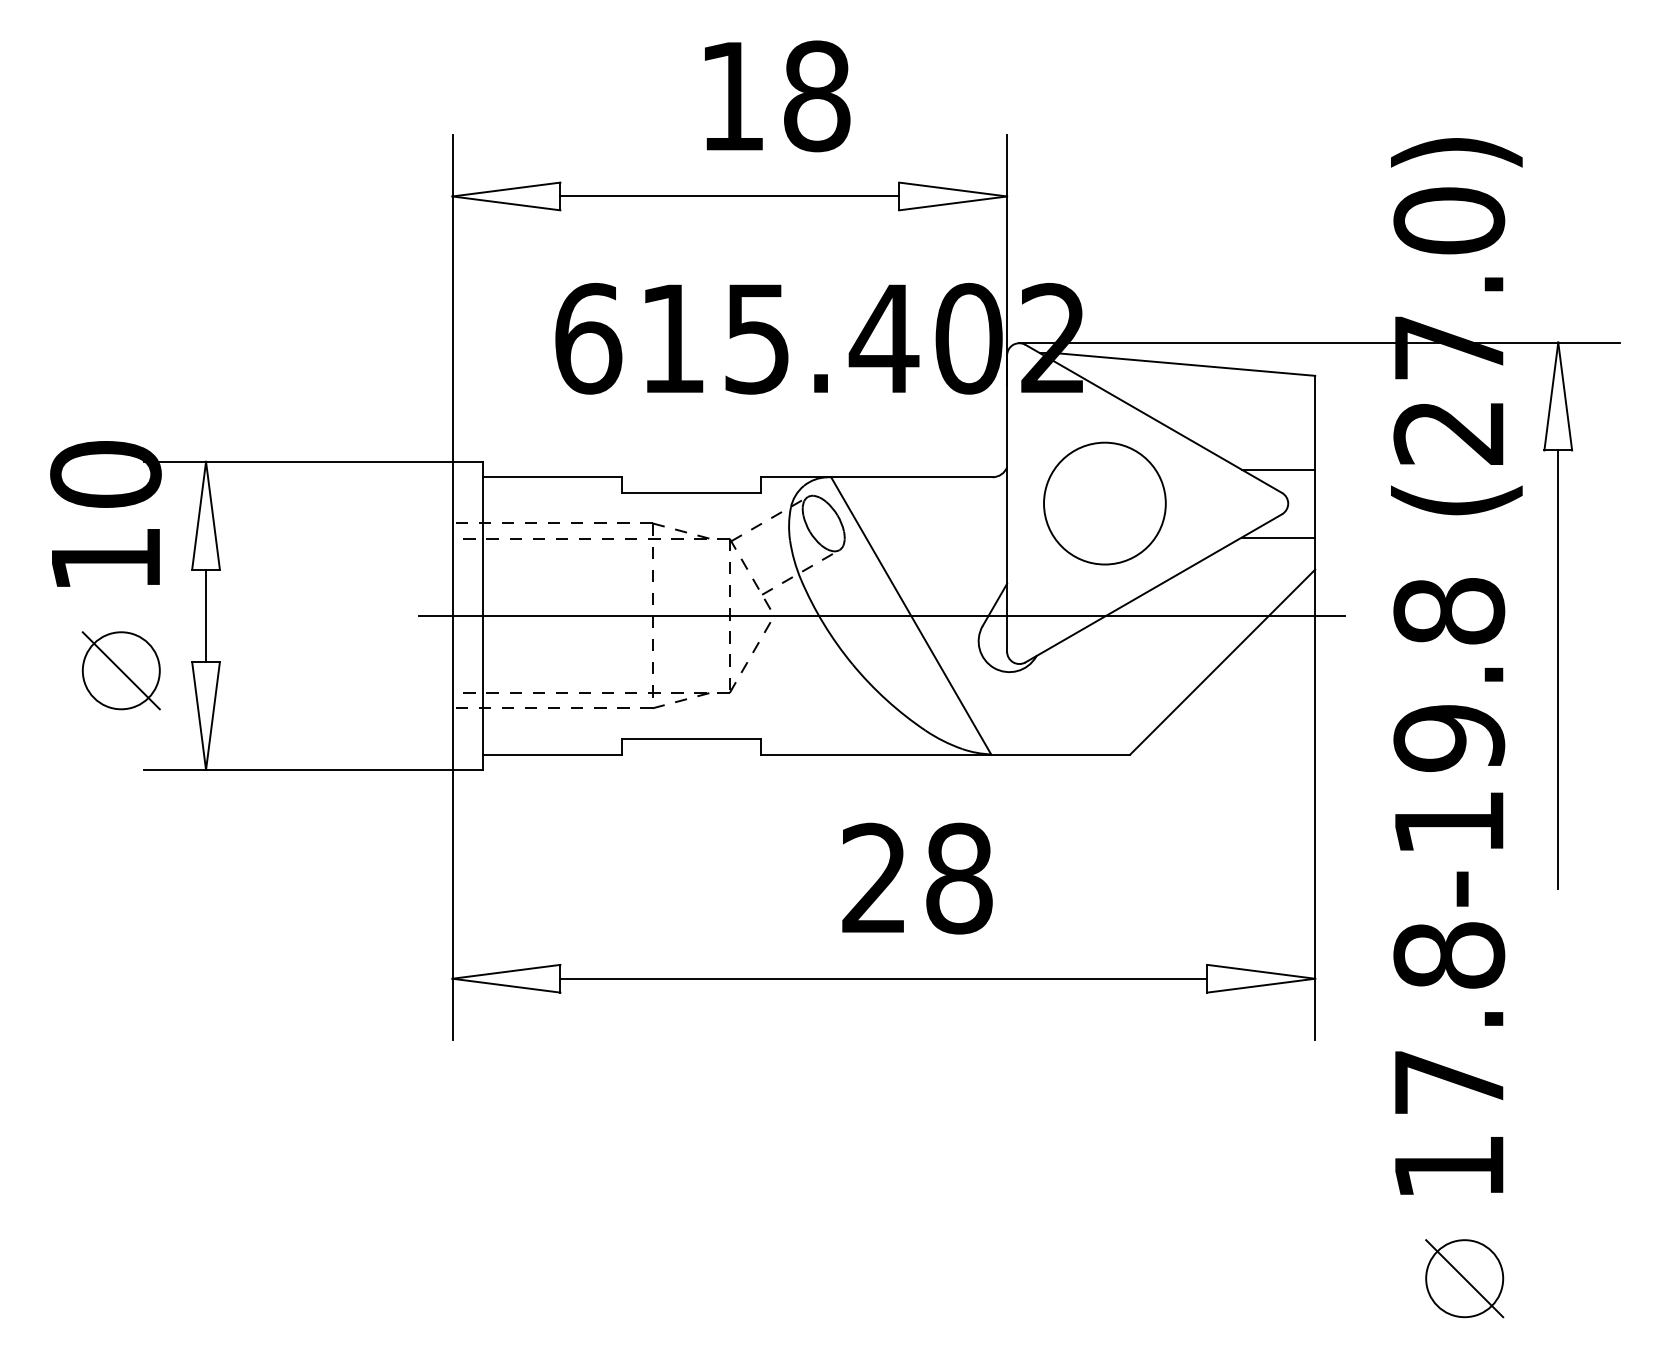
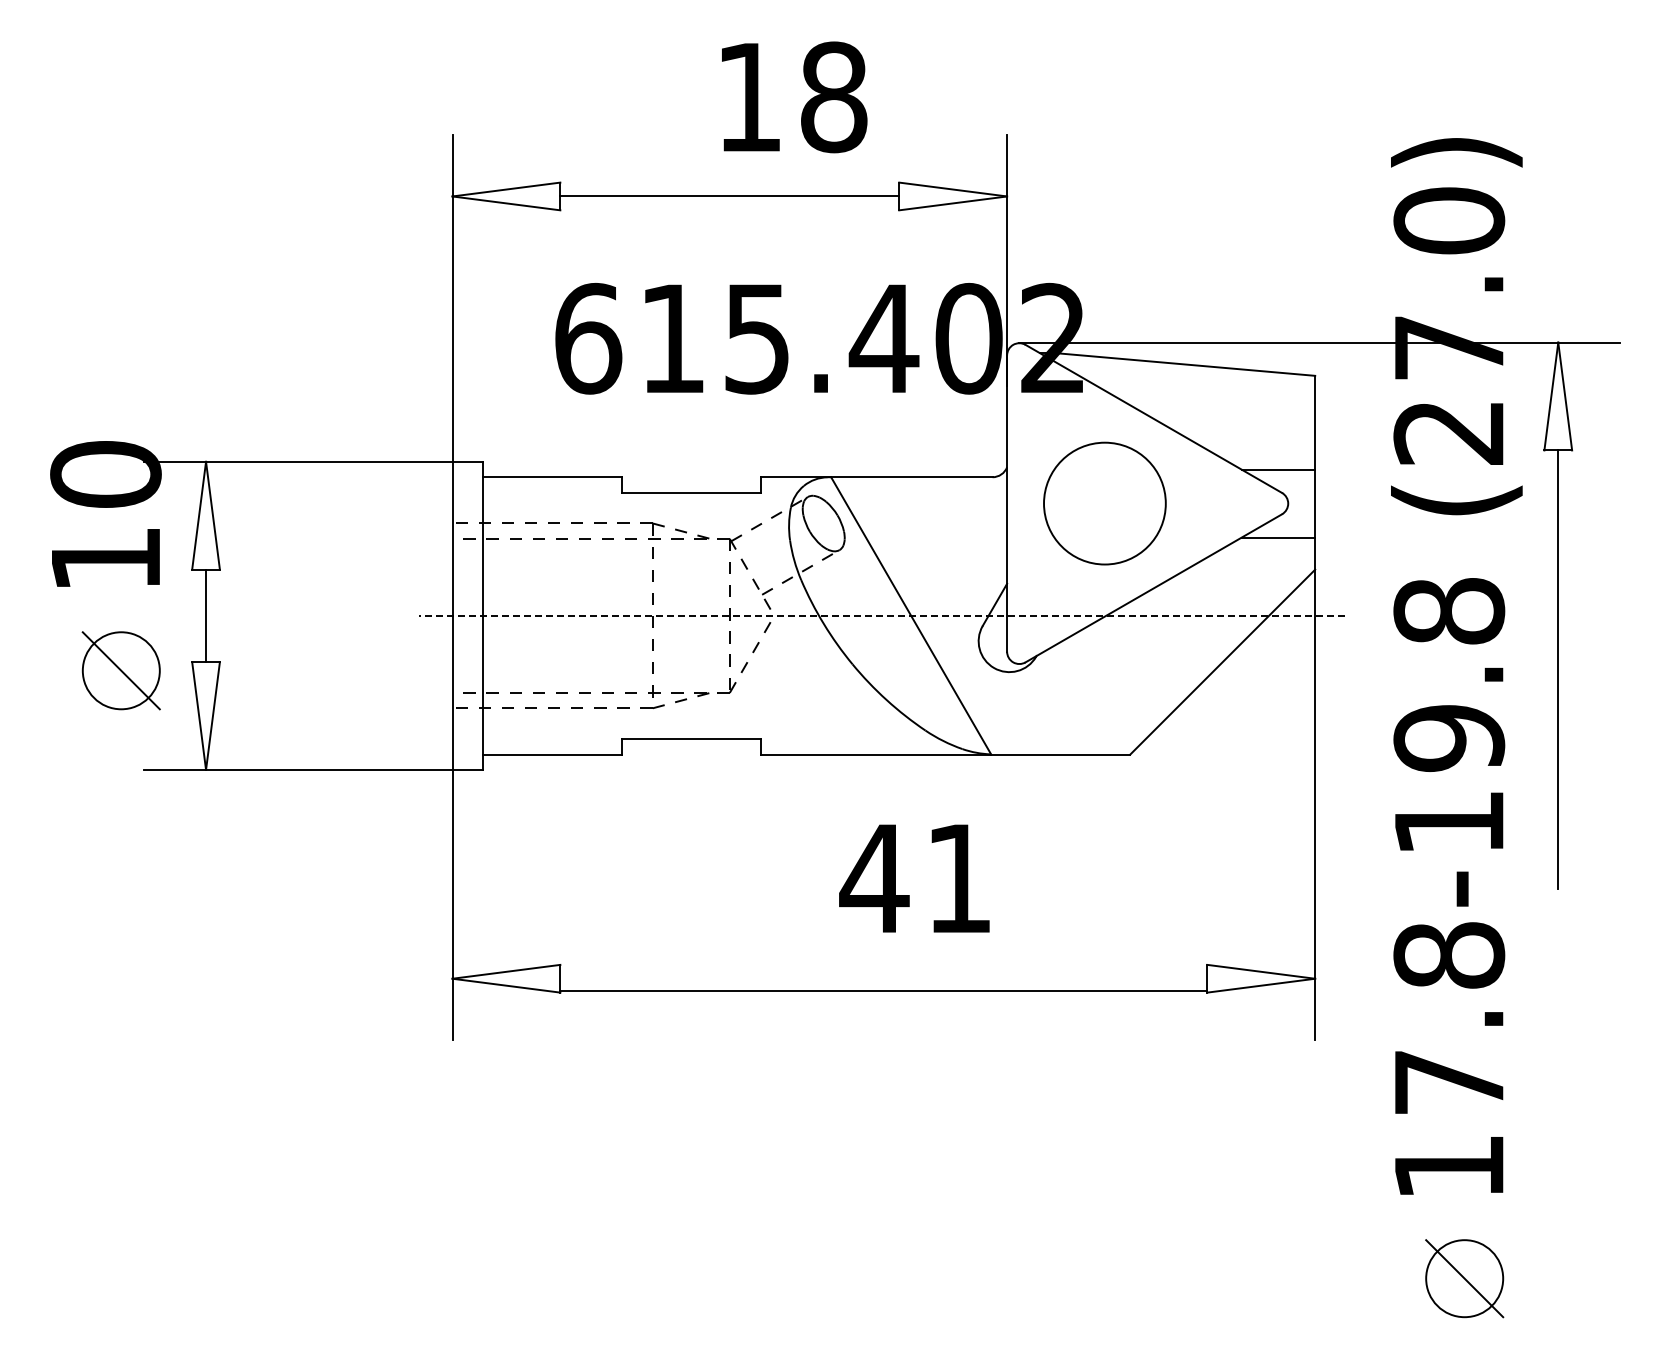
text at (777, 96) position: (777, 96) -> (794, 97)
line at (882, 615): solid -> dashed
text at (915, 878): 28 -> 41
line at (883, 978) position: (883, 978) -> (883, 990)
